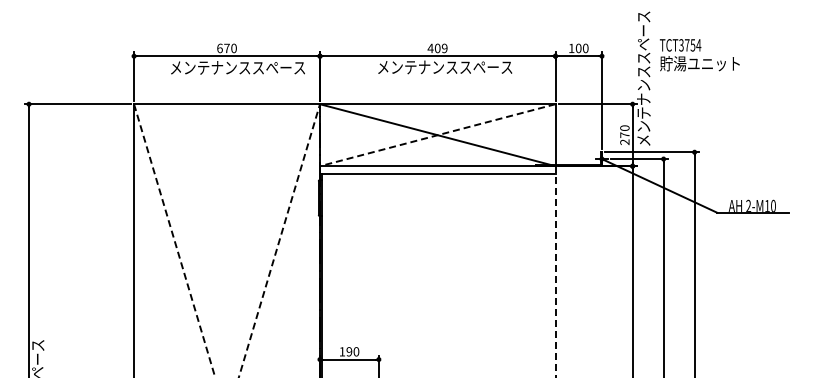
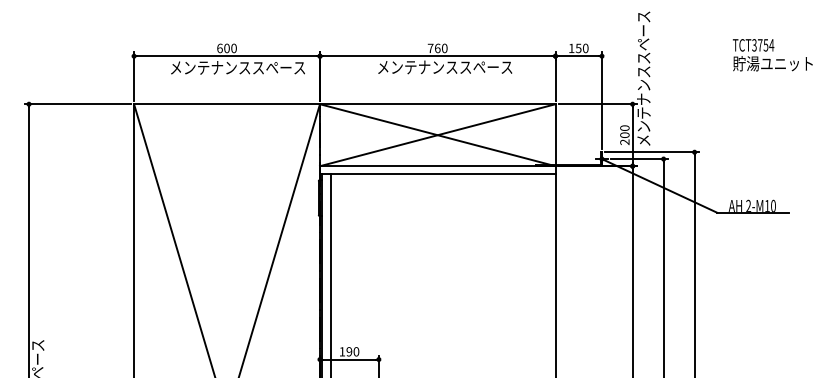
text at (226, 48): 670 -> 600
text at (437, 48): 409 -> 760
text at (578, 48): 100 -> 150
text at (699, 55) position: (699, 55) -> (772, 55)
text at (624, 134): 270 -> 200
line at (437, 135): dashed -> solid
line at (279, 240): dashed -> solid
line at (174, 241): dashed -> solid
line at (555, 272): dashed -> solid
line at (331, 274): none -> present
